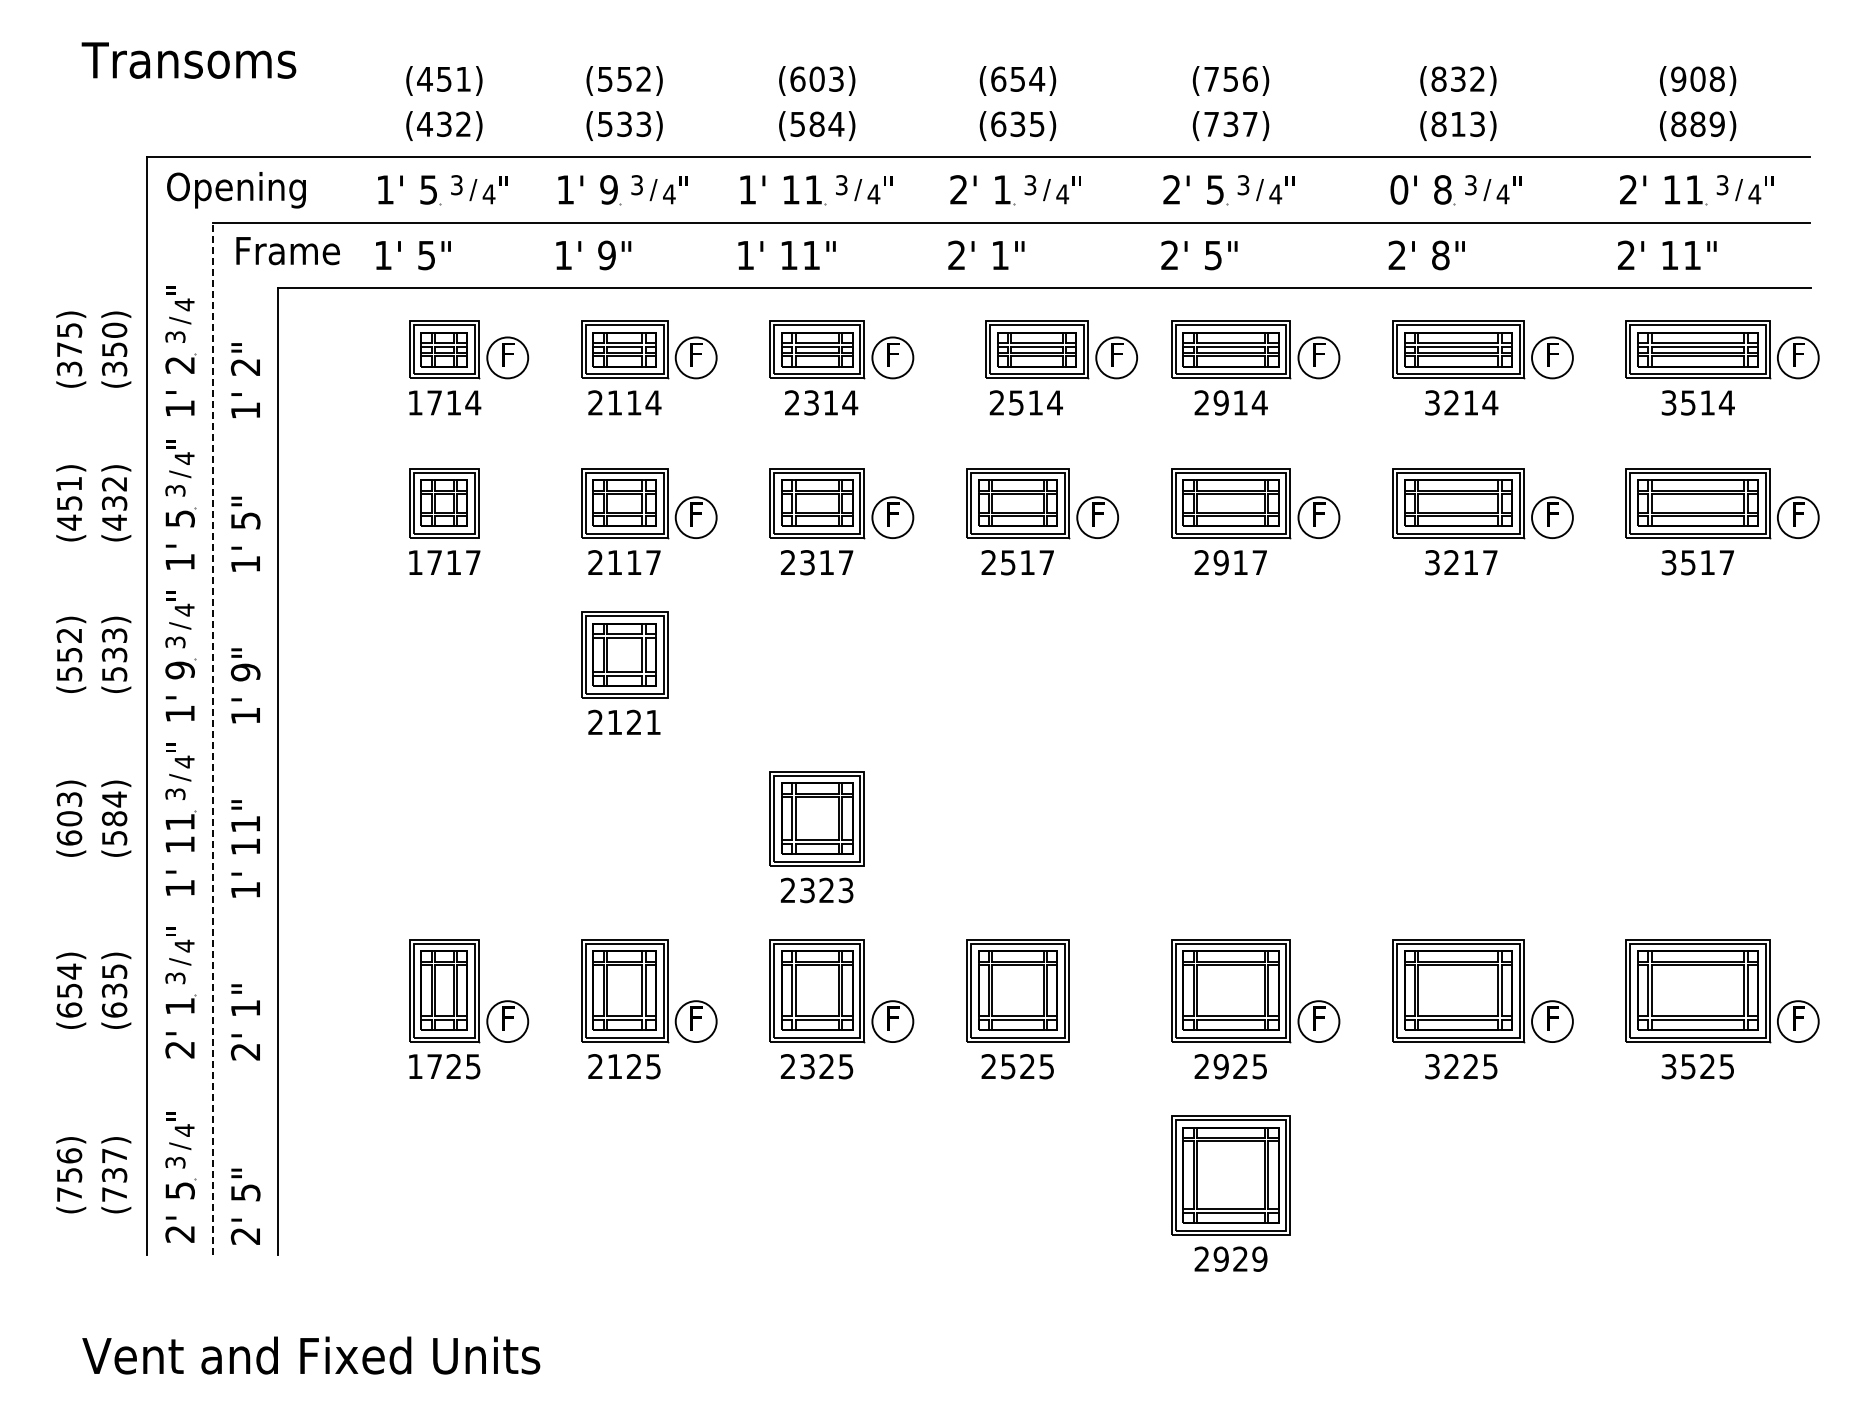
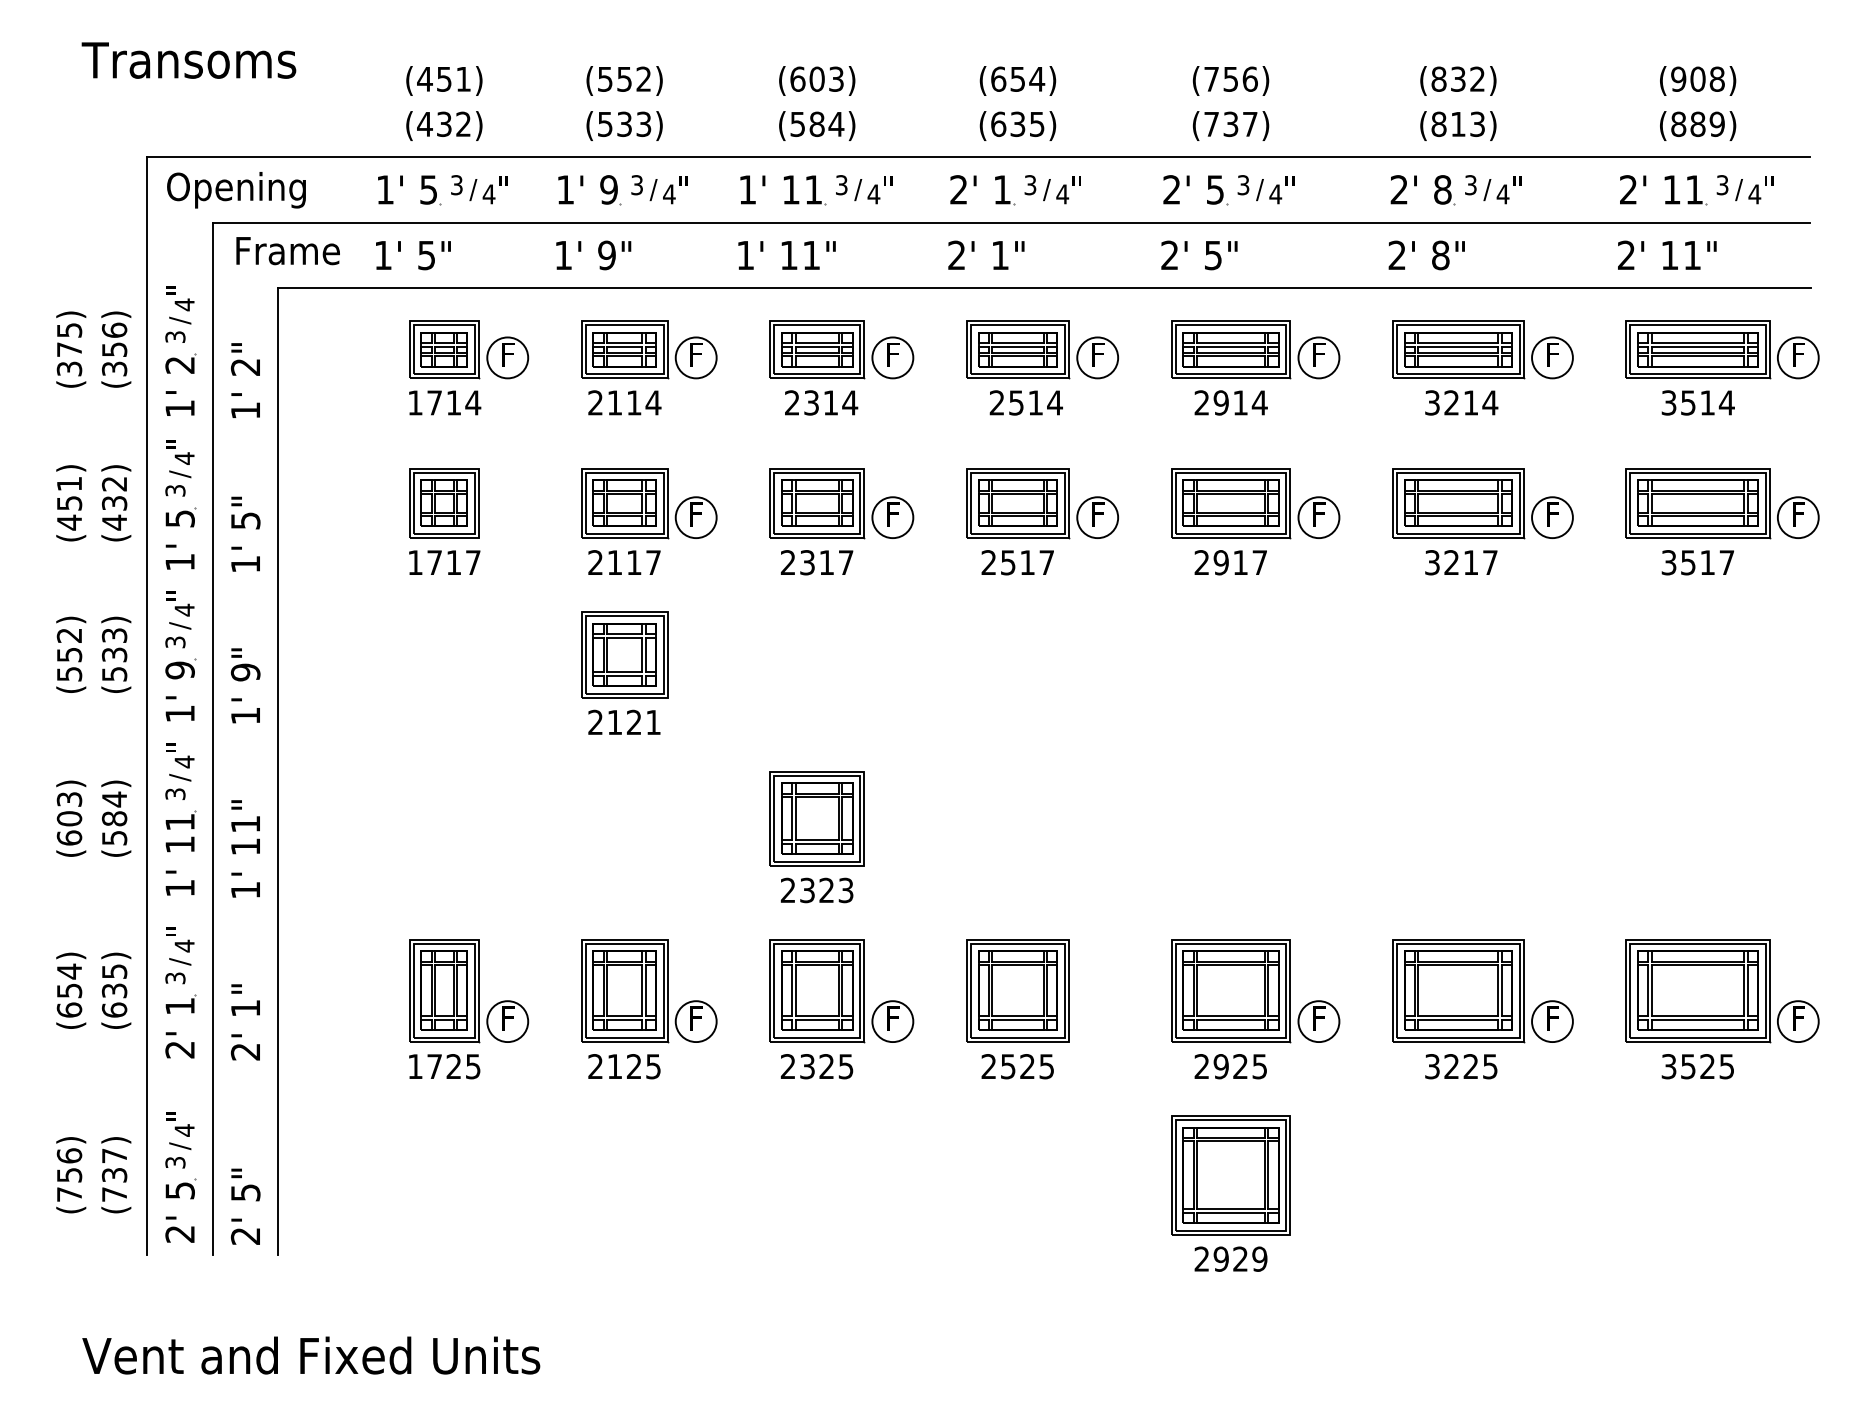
text at (1399, 189): 0' -> 2'
text at (114, 329): (350) -> (356)
part at (1061, 349) position: (1061, 349) -> (1042, 349)
line at (212, 738): dashed -> solid
